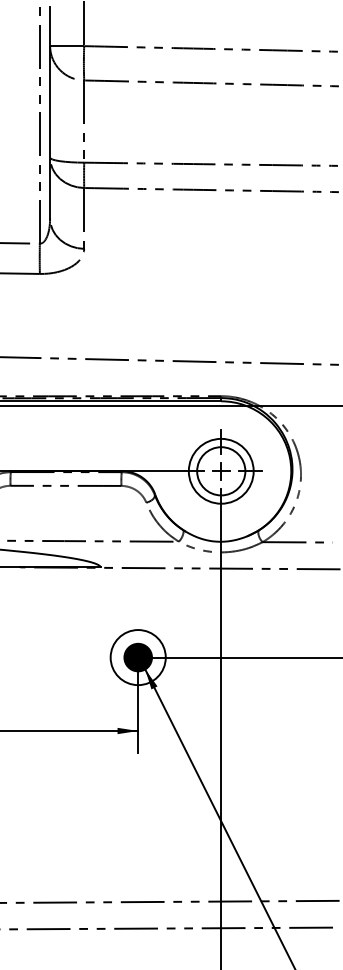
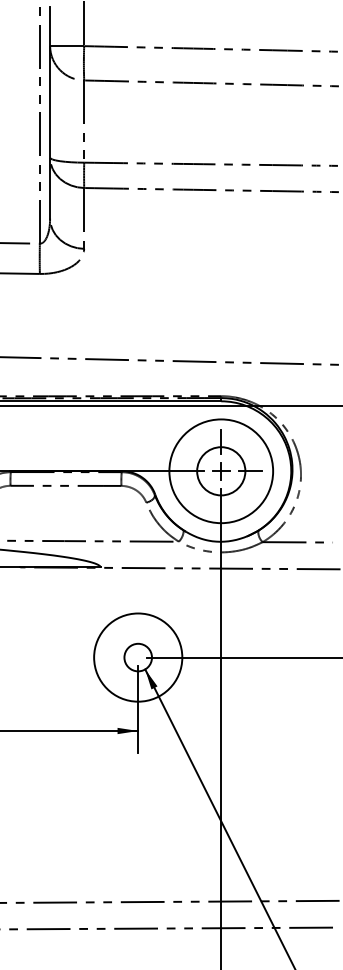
circle at (220, 470) diameter: 65 px -> 104 px
circle at (137, 657) diameter: 55 px -> 88 px
fill at (138, 657): present -> none
